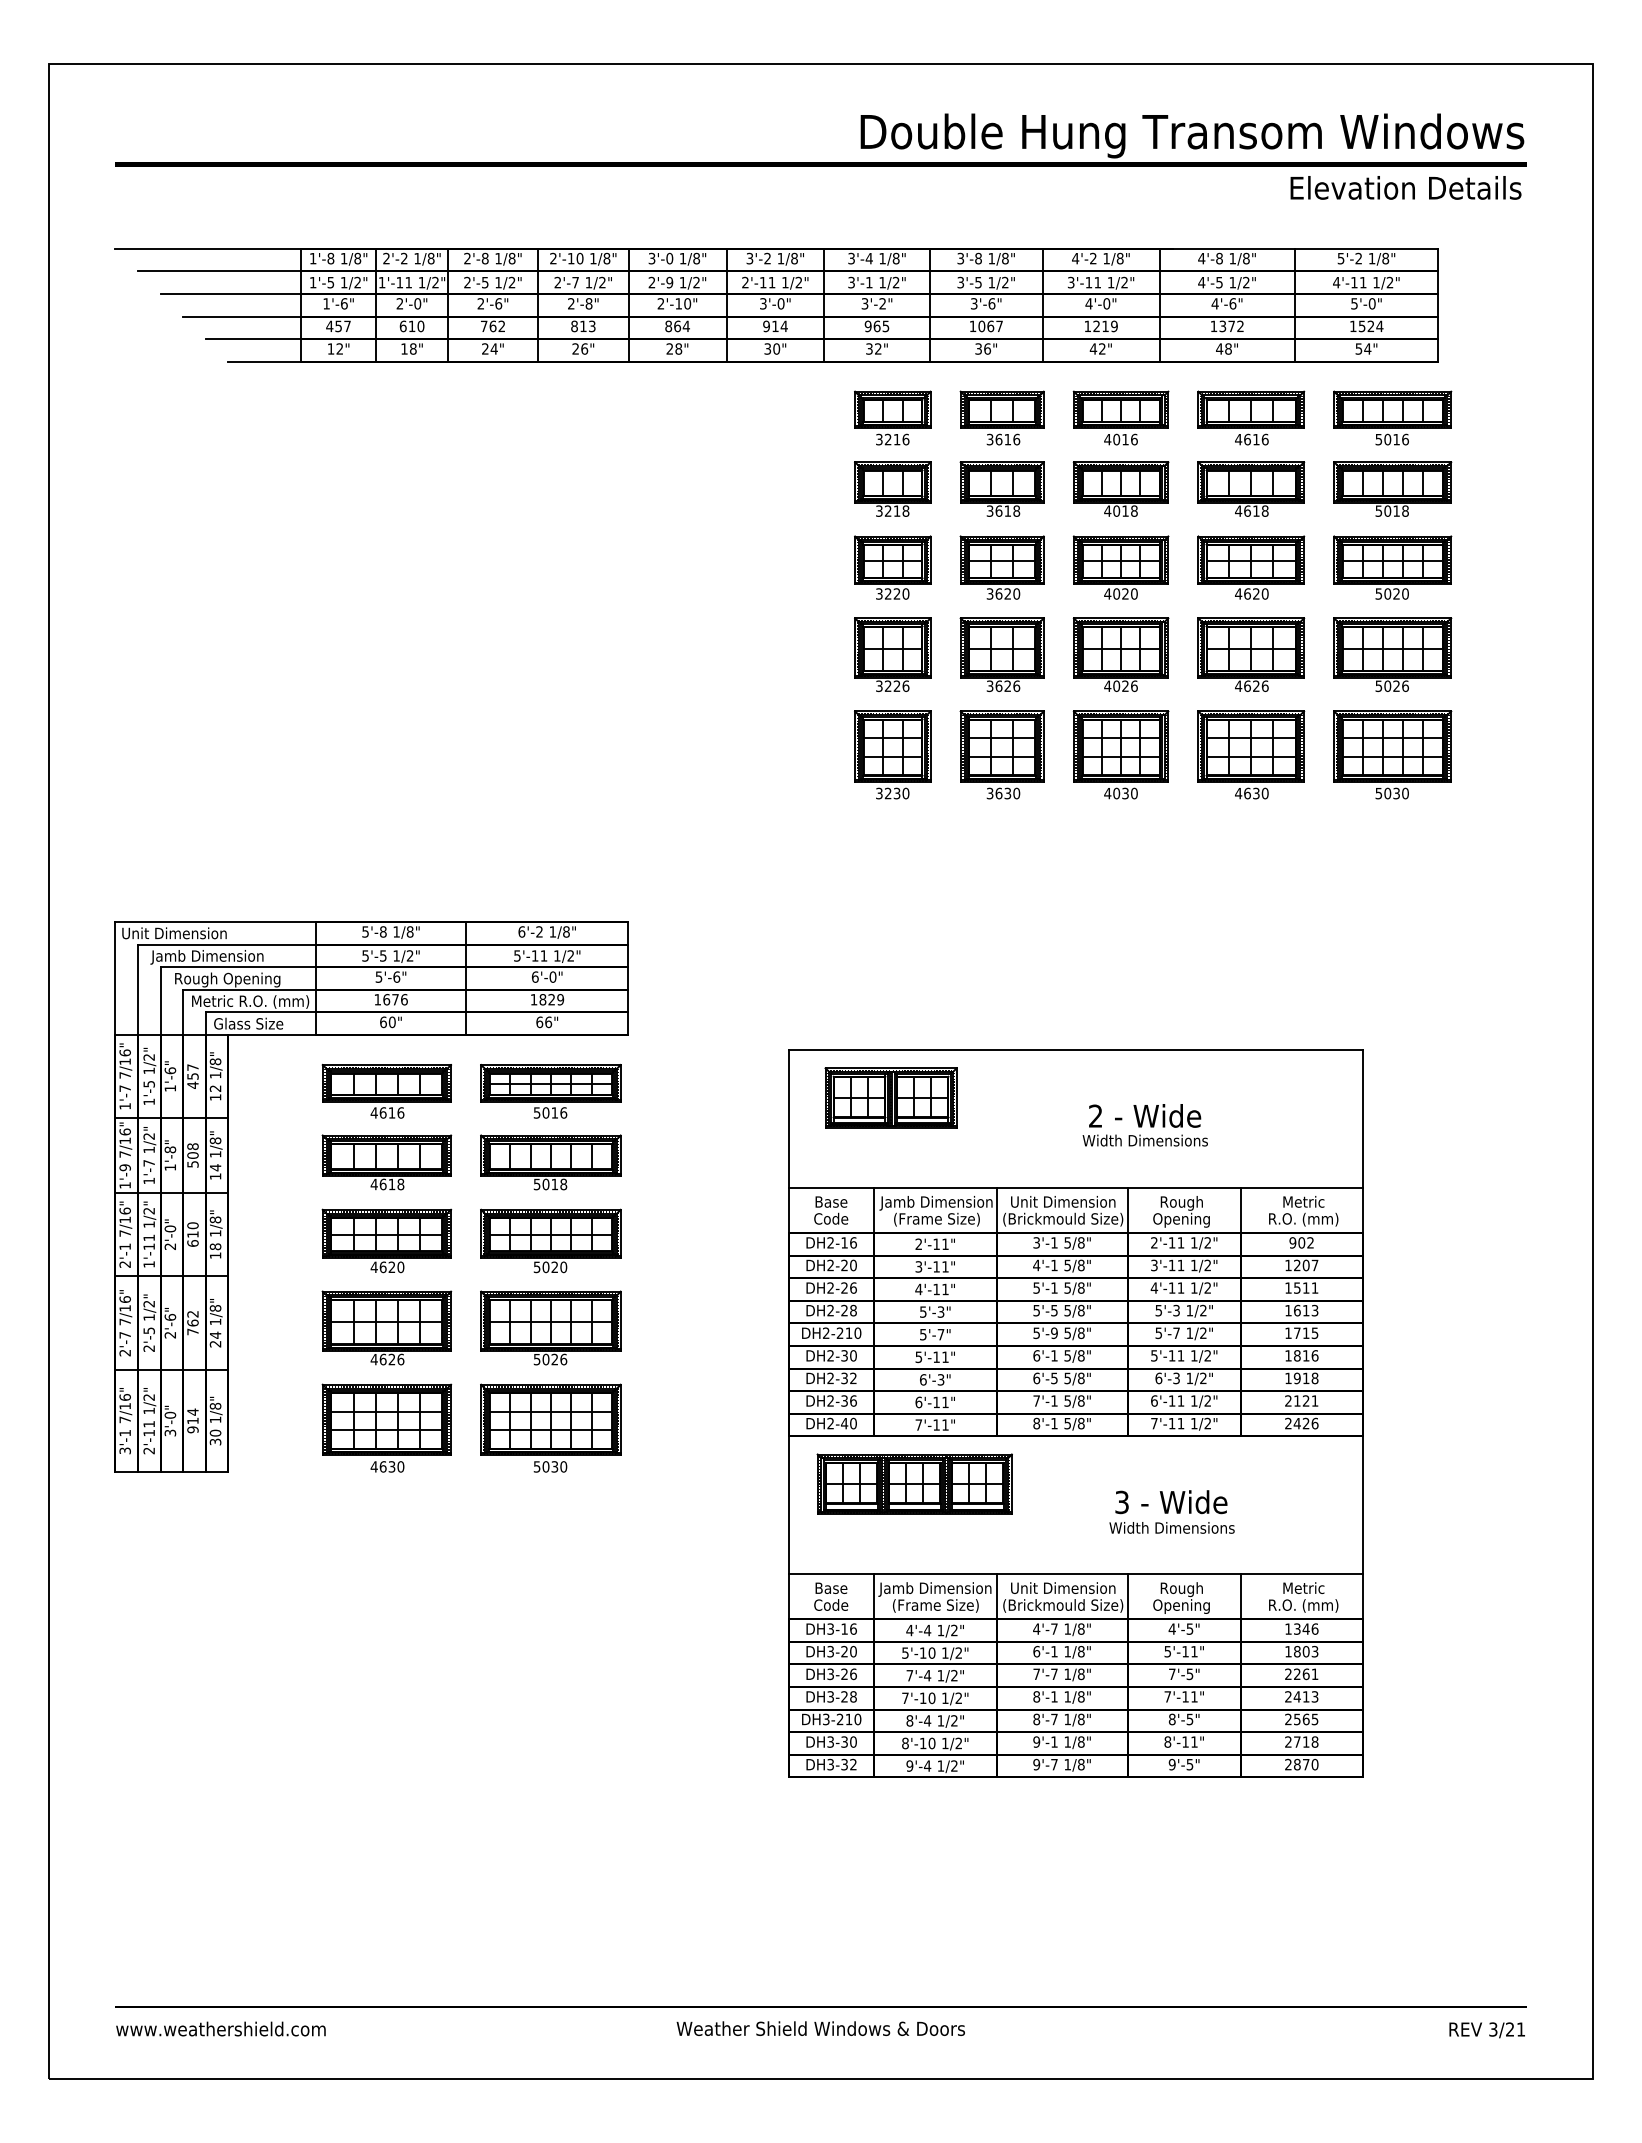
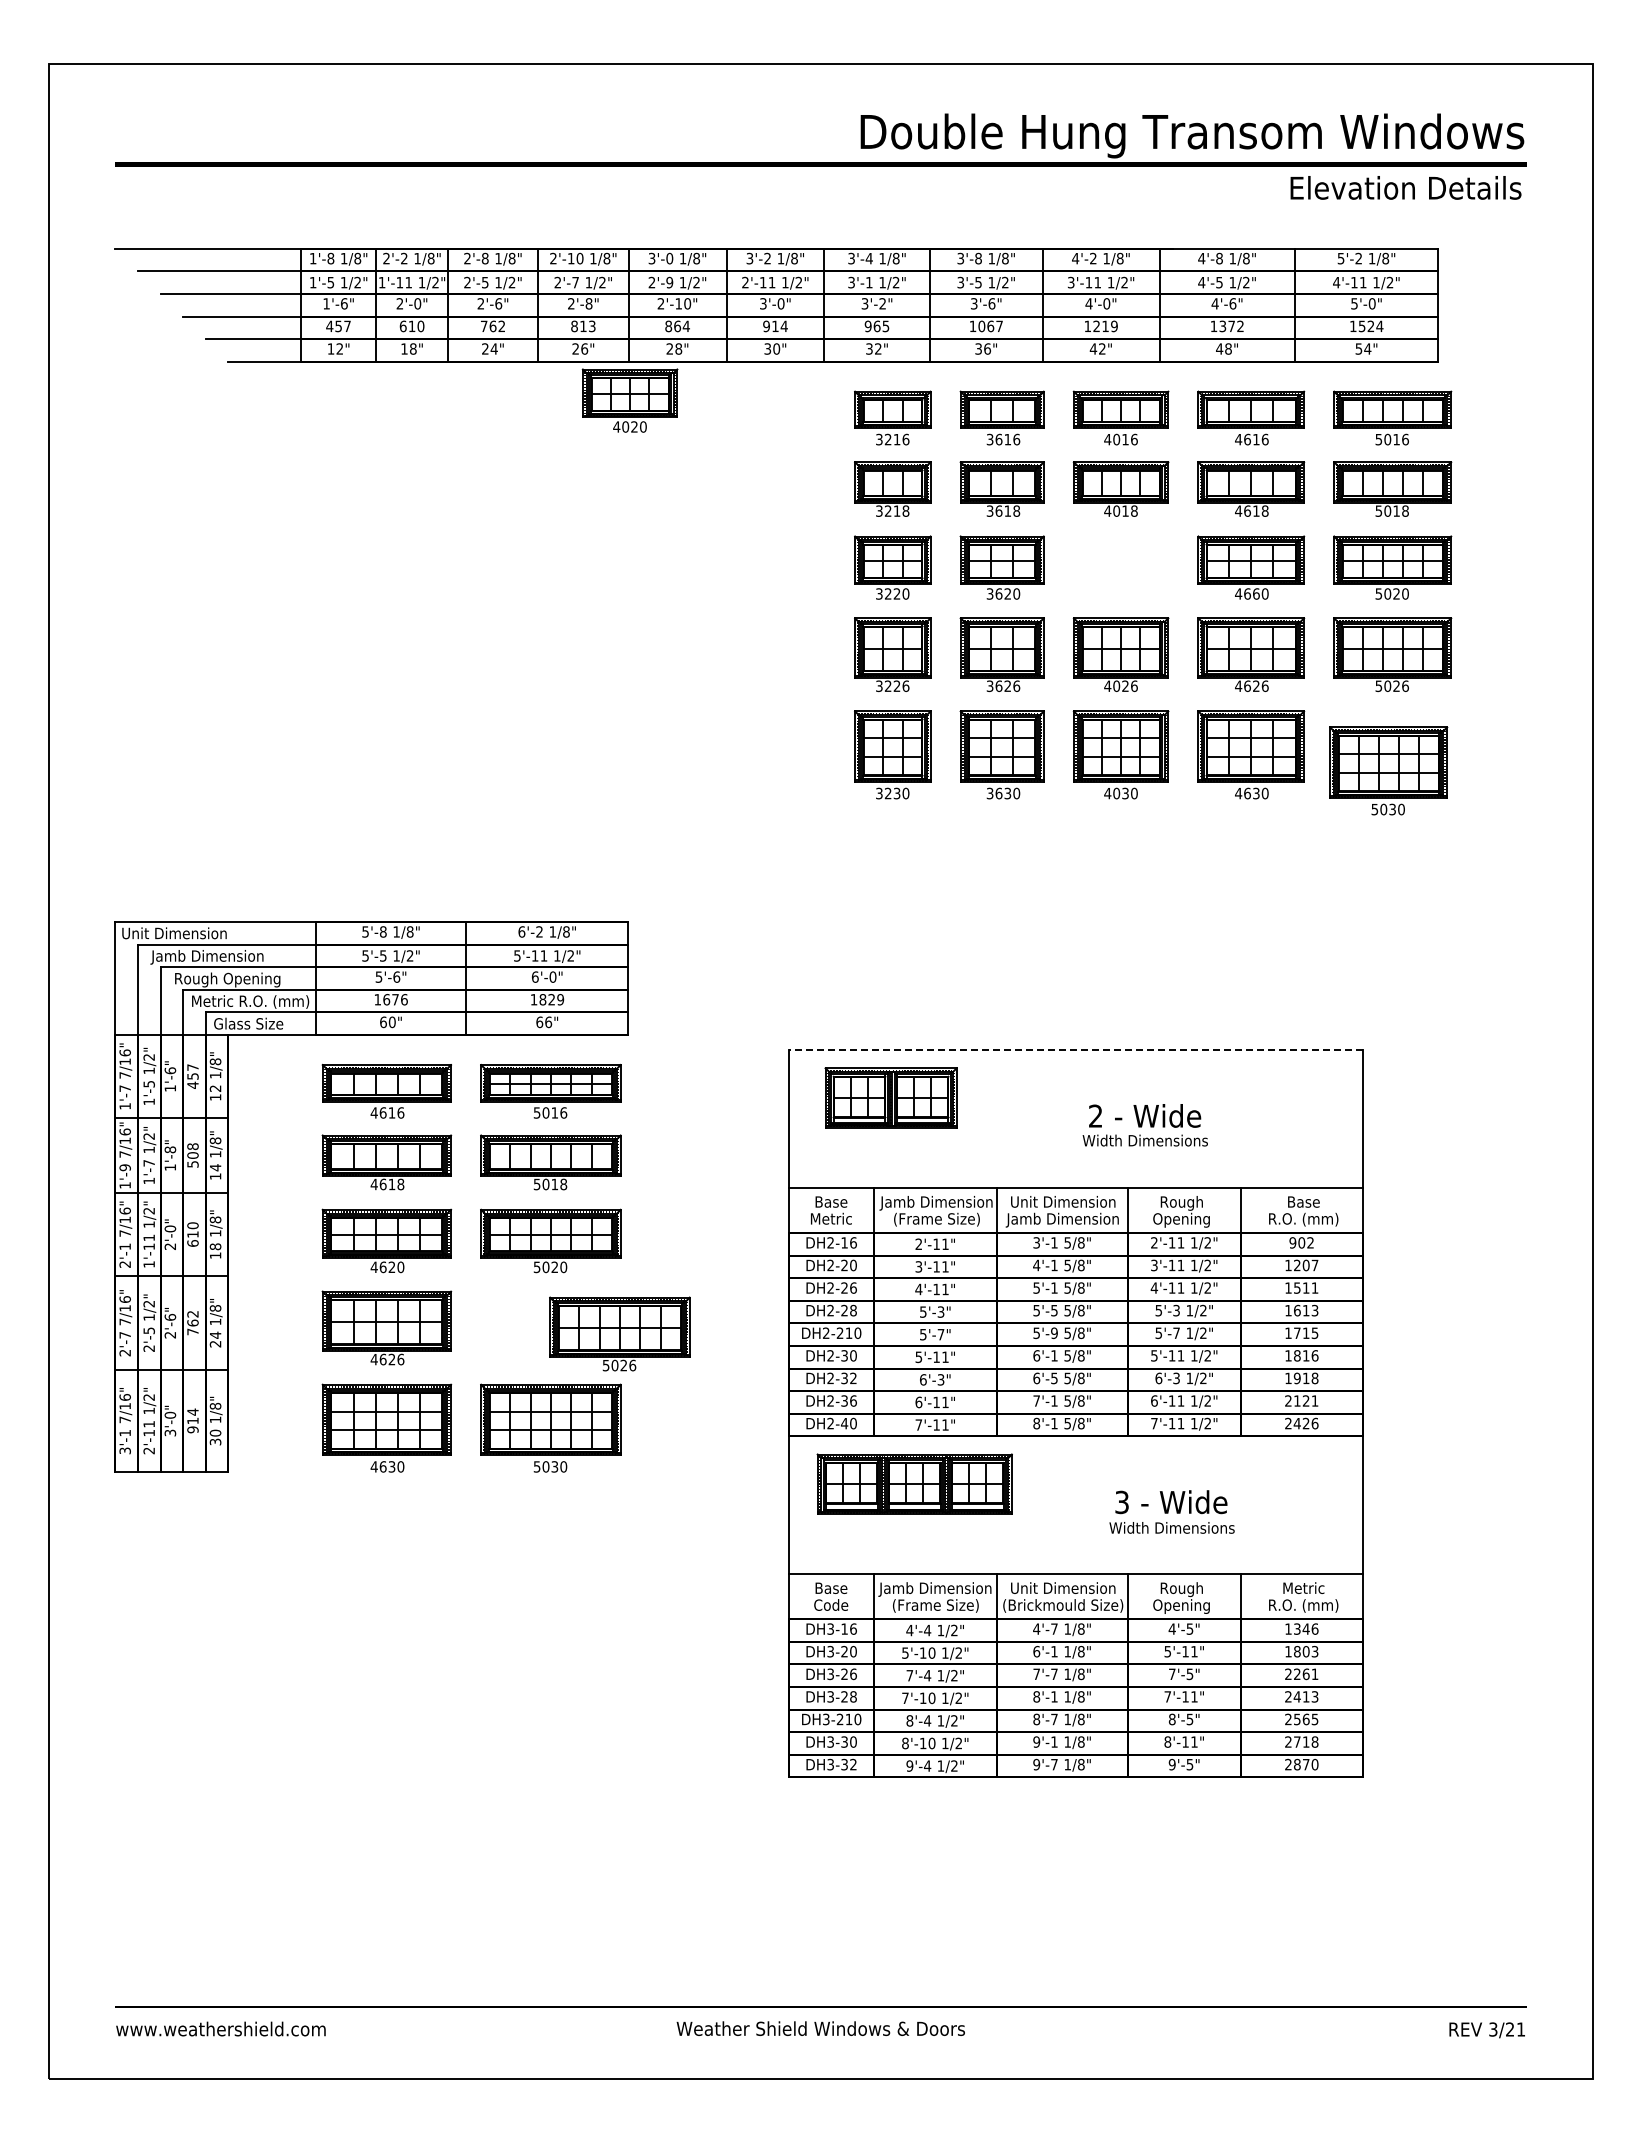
part at (1120, 567) position: (1120, 567) -> (629, 400)
text at (1256, 593): 4620 -> 4660
part at (1392, 754) position: (1392, 754) -> (1388, 770)
line at (1075, 1050): solid -> dashed
text at (1303, 1201): Metric -> Base
text at (831, 1218): Code -> Metric
text at (1063, 1219): (Brickmould Size) -> Jamb Dimension
part at (550, 1327) position: (550, 1327) -> (619, 1333)
